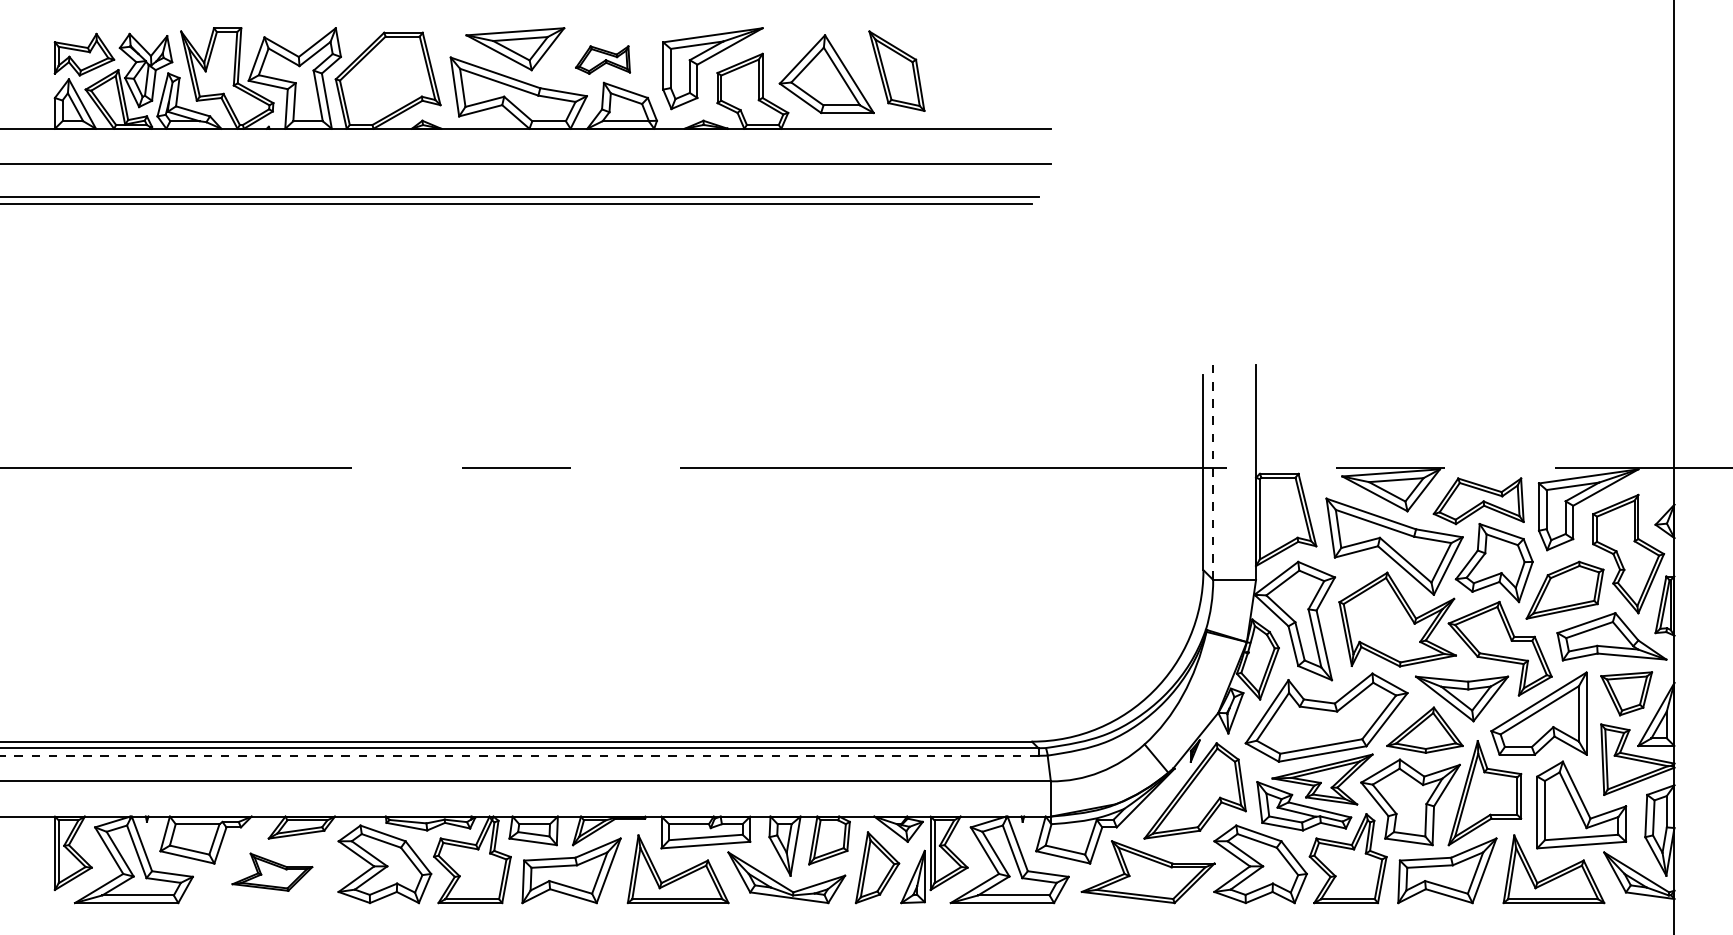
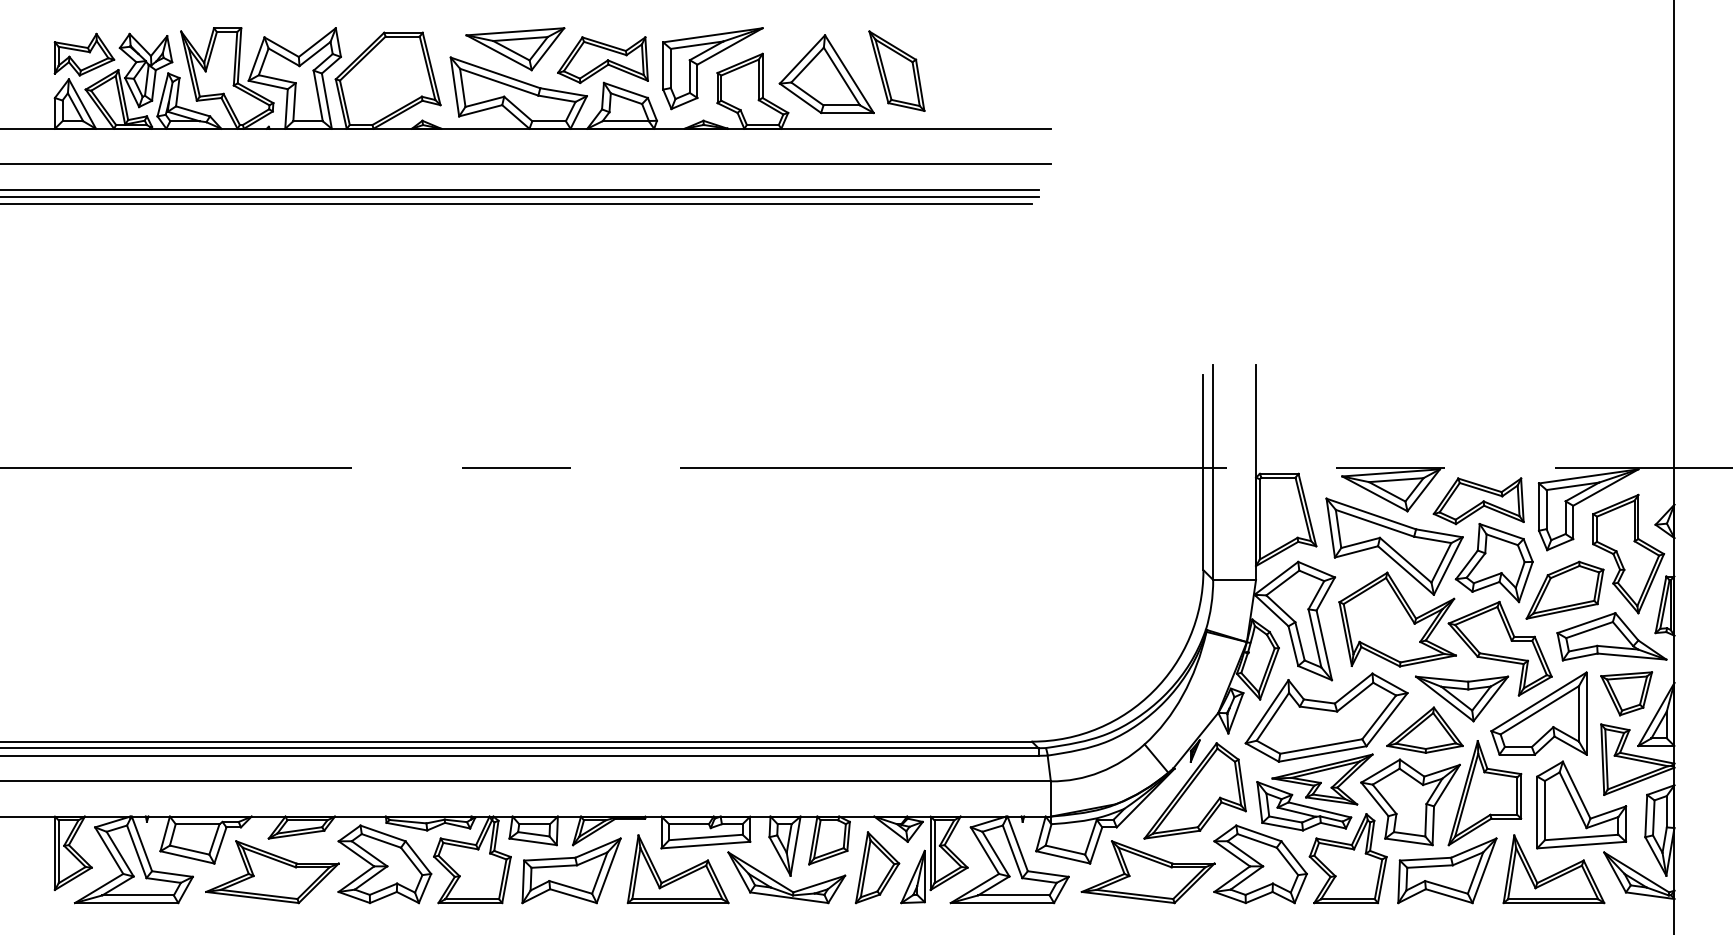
part at (602, 59) size: 56x30 px -> 92x48 px
line at (520, 189): none -> present
line at (1213, 472): dashed -> solid
line at (519, 755): dashed -> solid
part at (272, 871) size: 83x40 px -> 135x65 px
